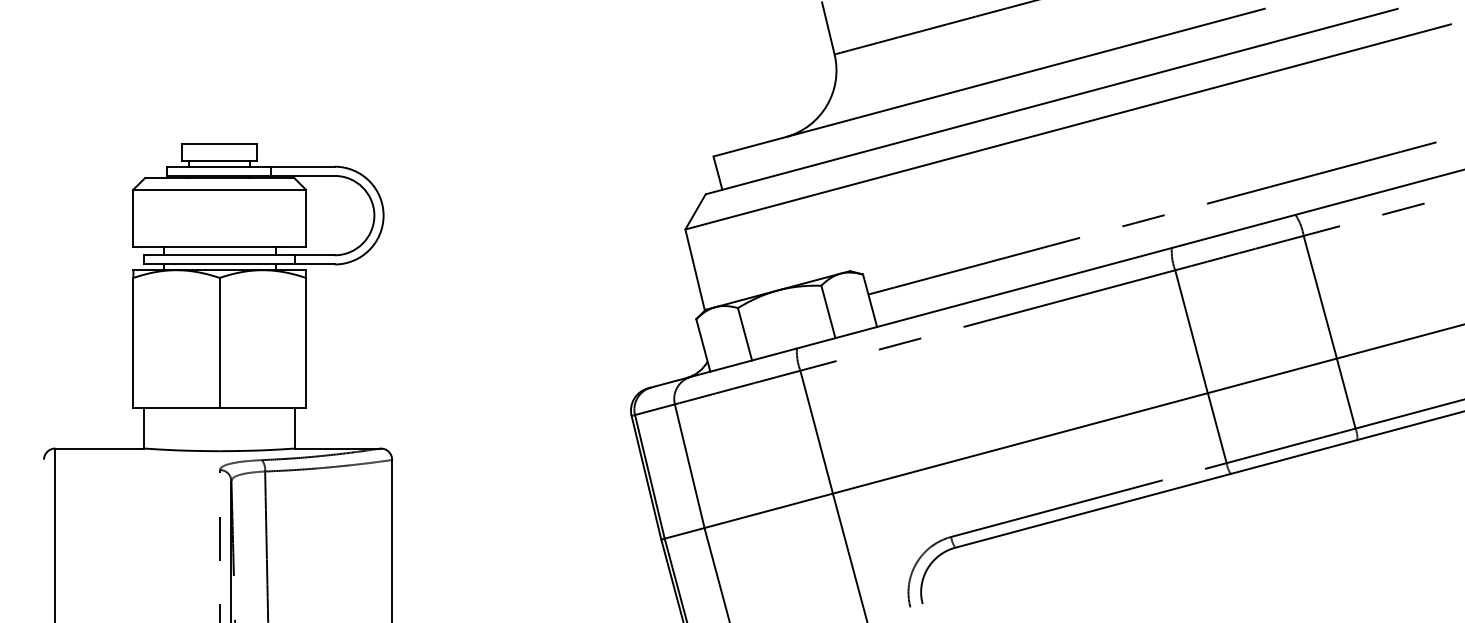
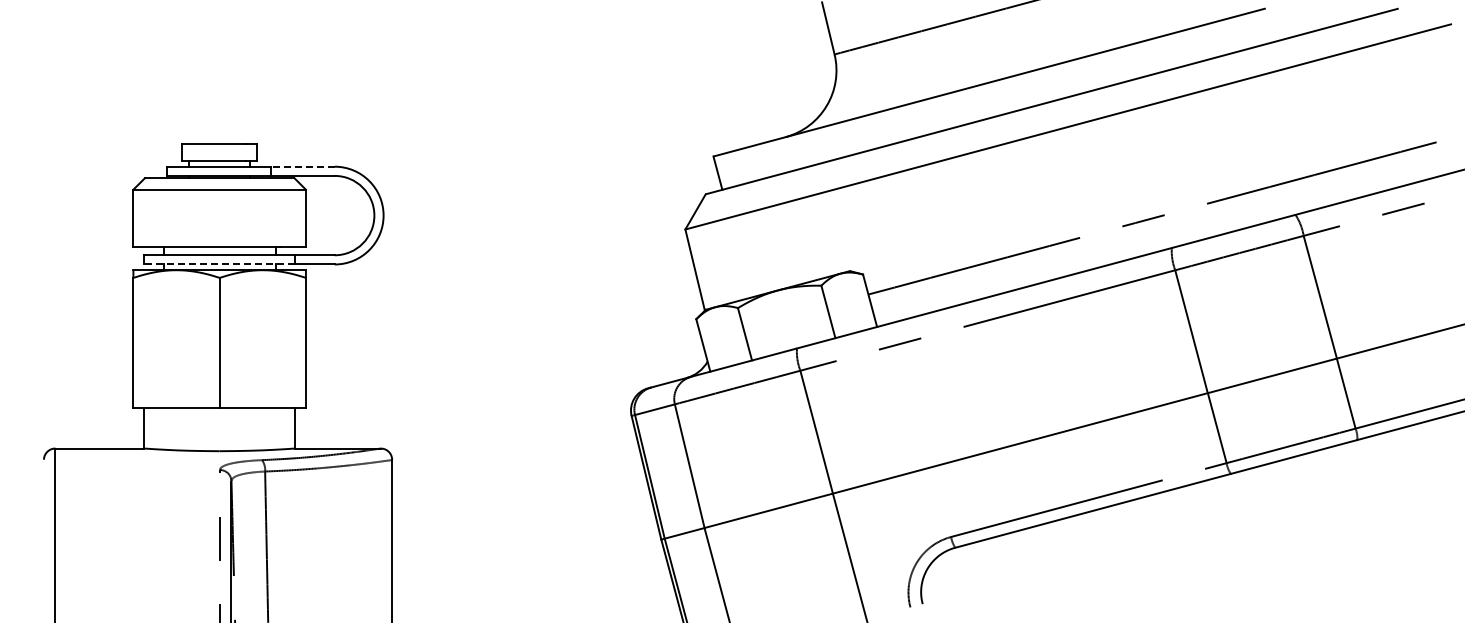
line at (302, 166): solid -> dashed
line at (218, 264): solid -> dashed
